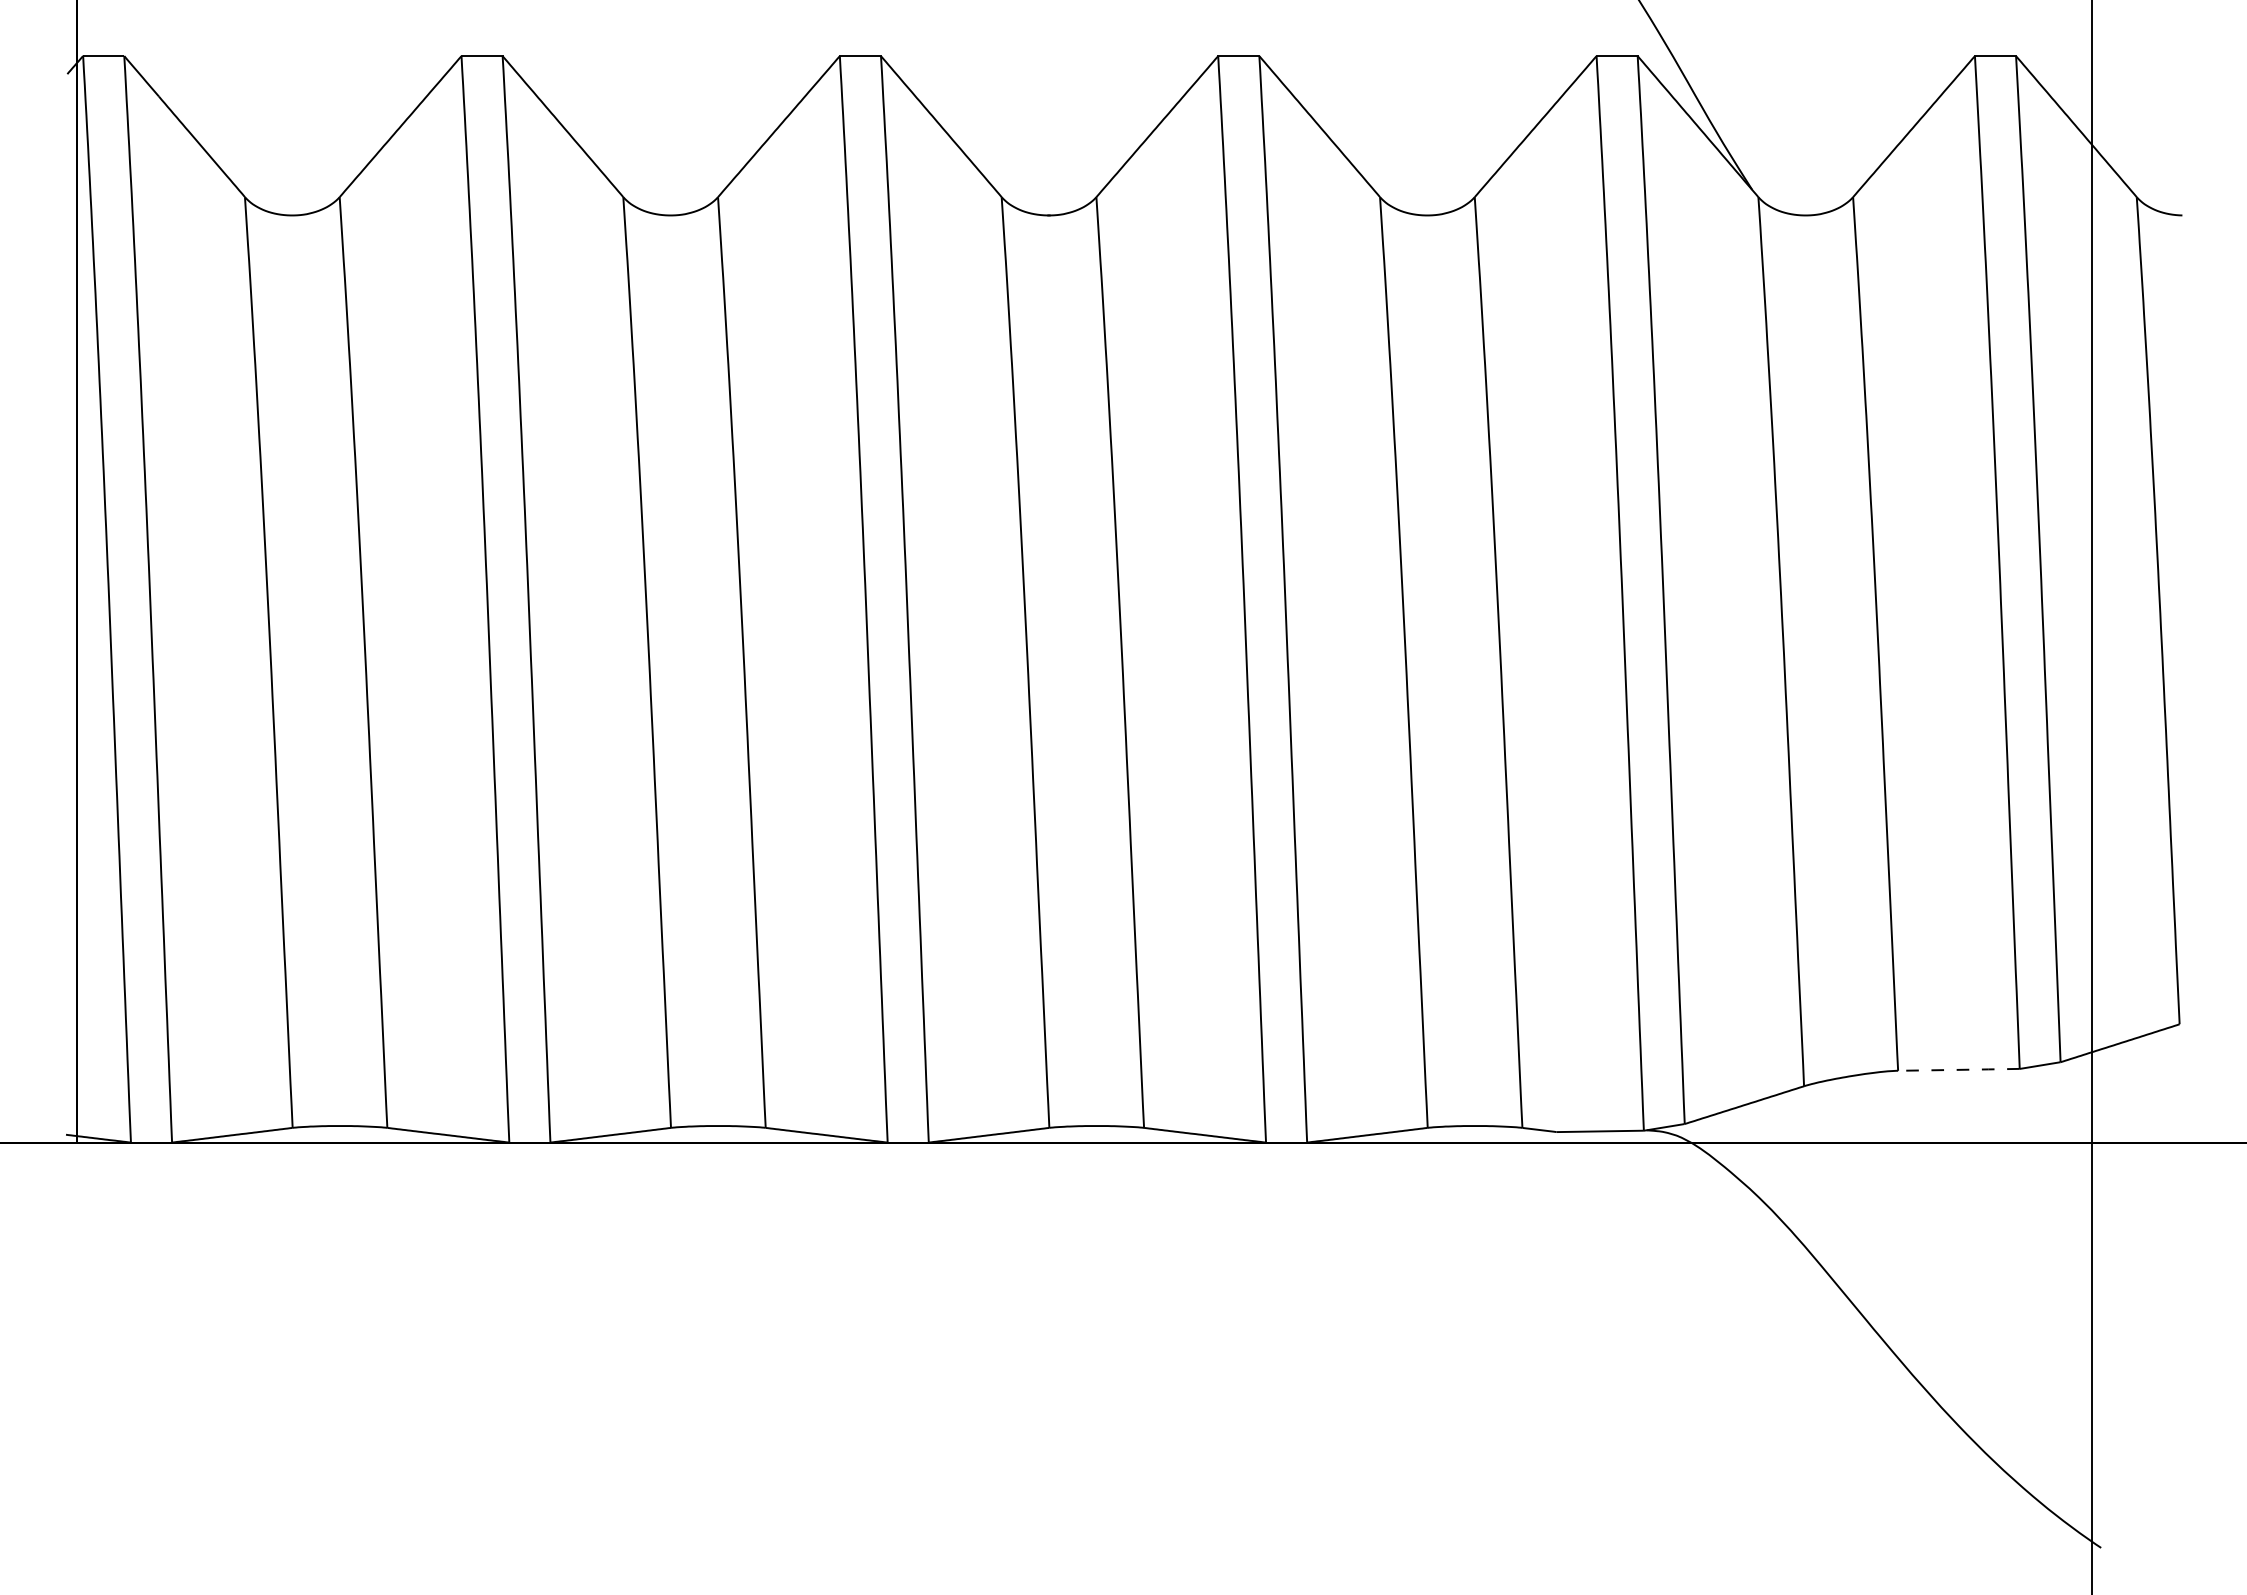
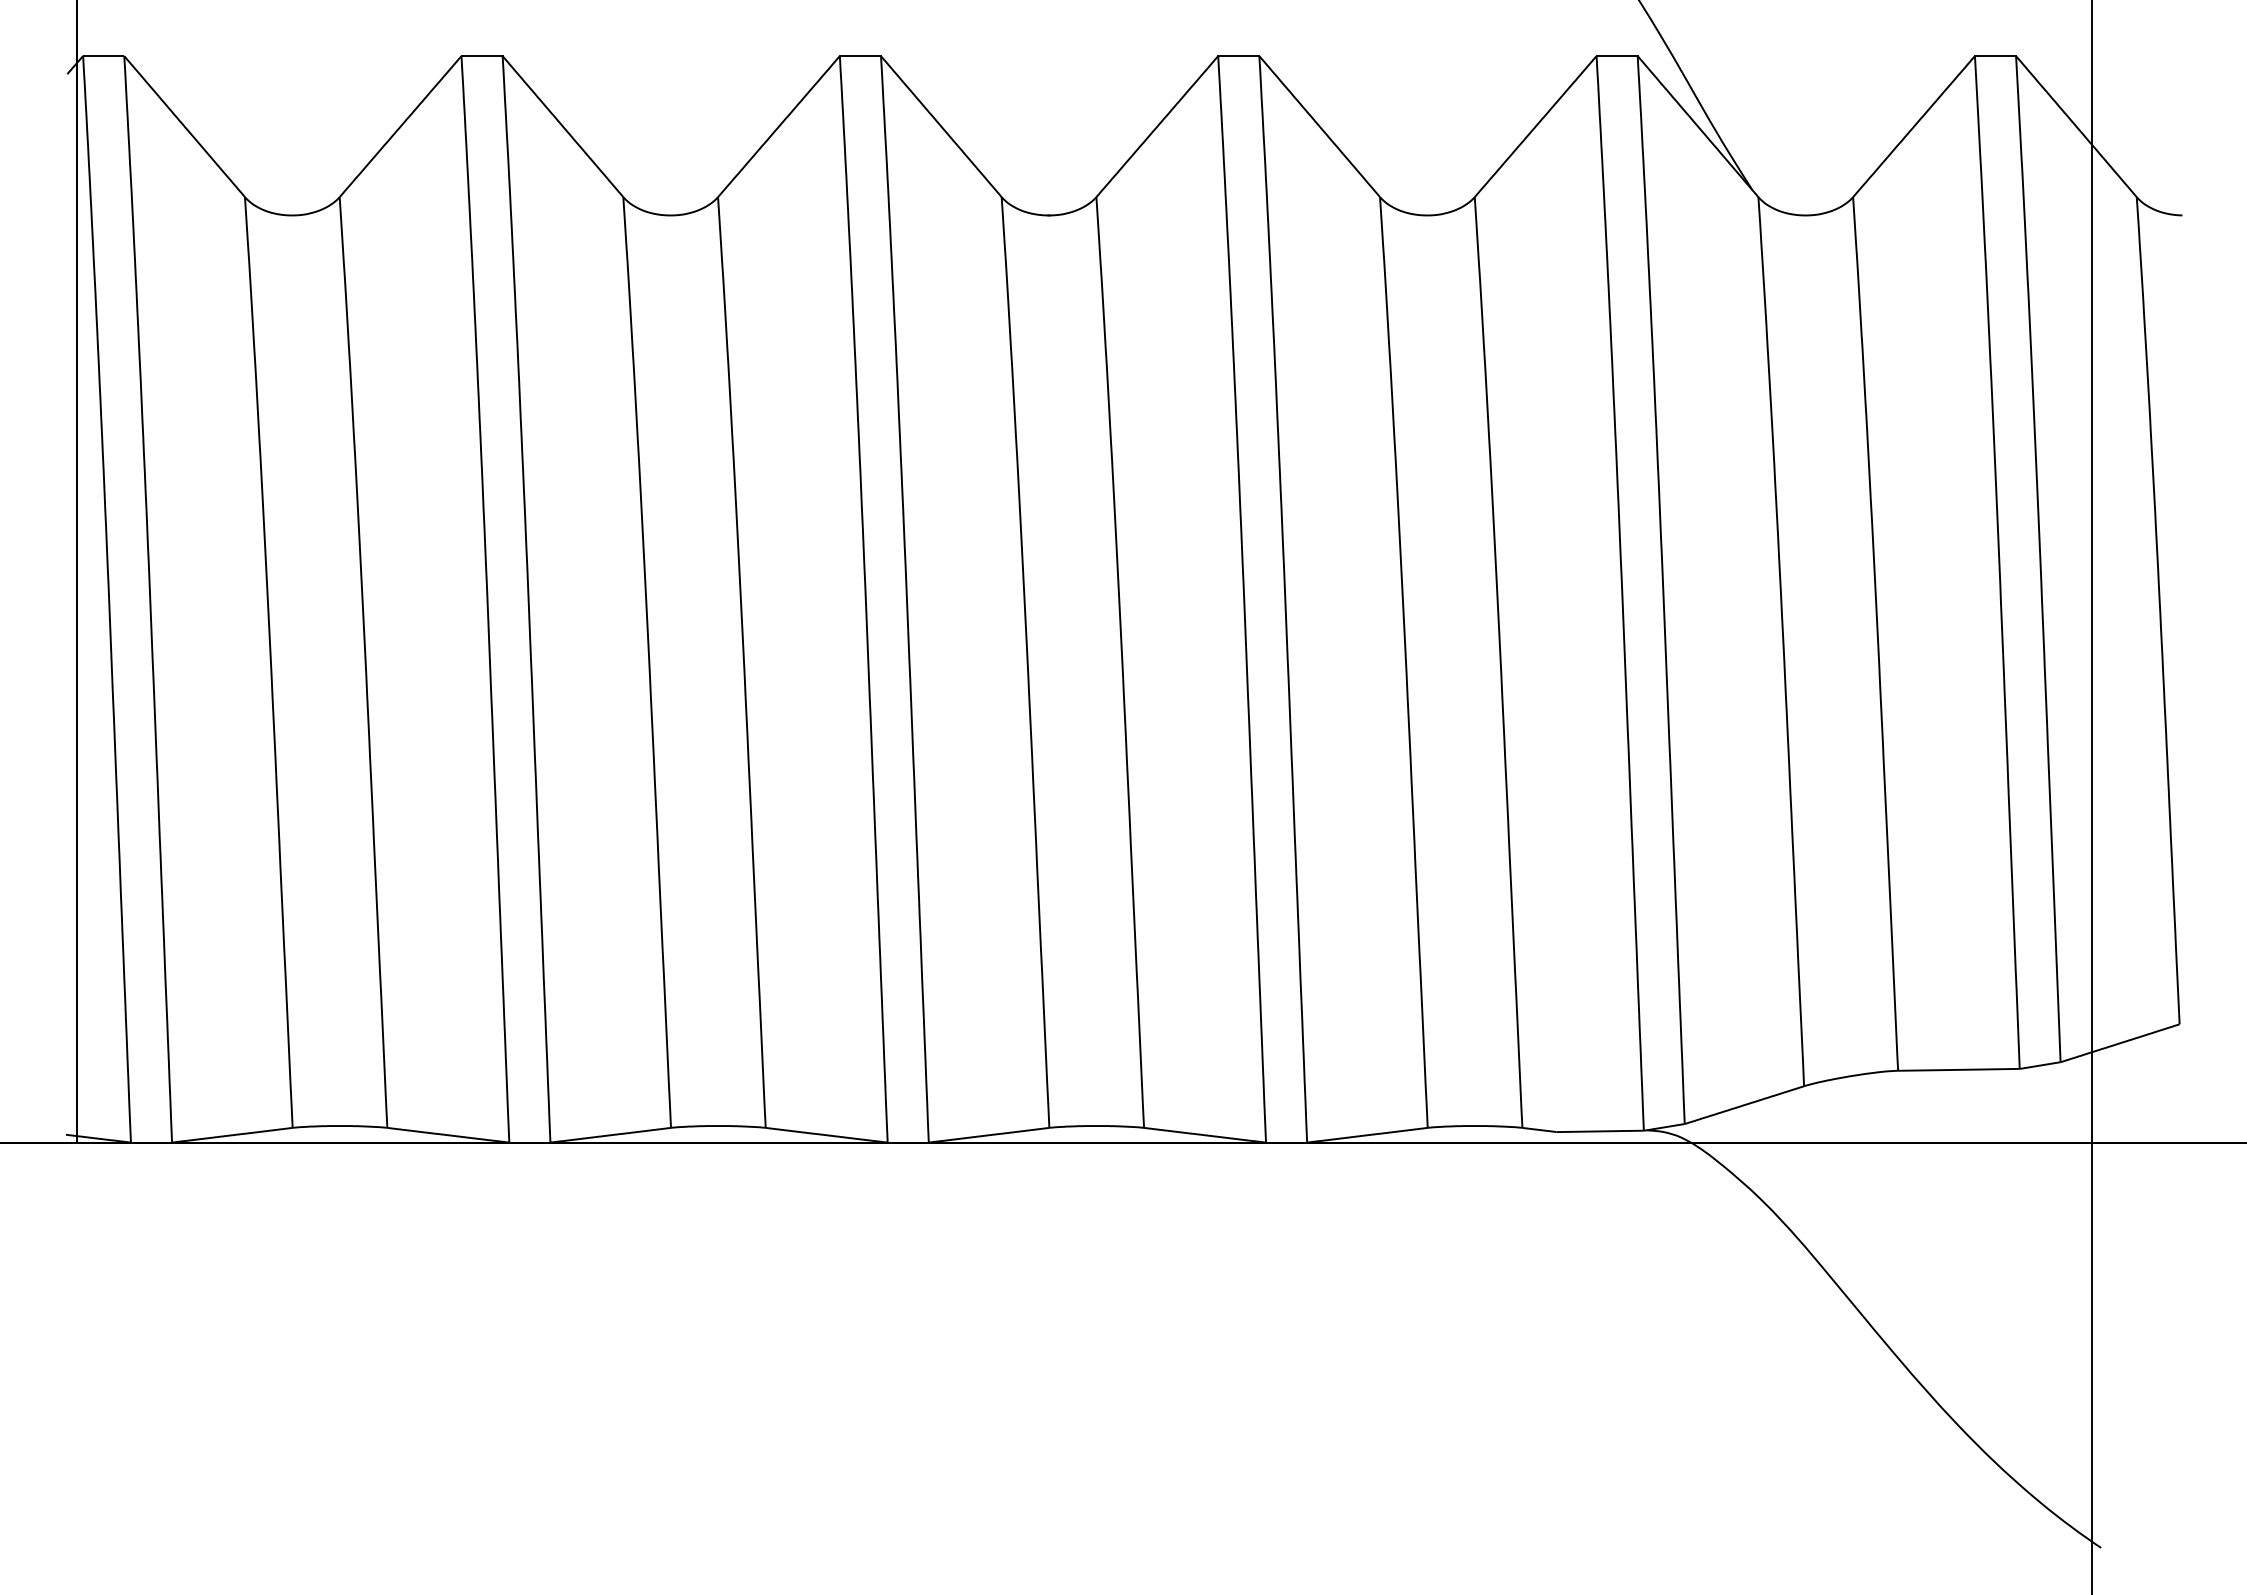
line at (1958, 1069): dashed -> solid
